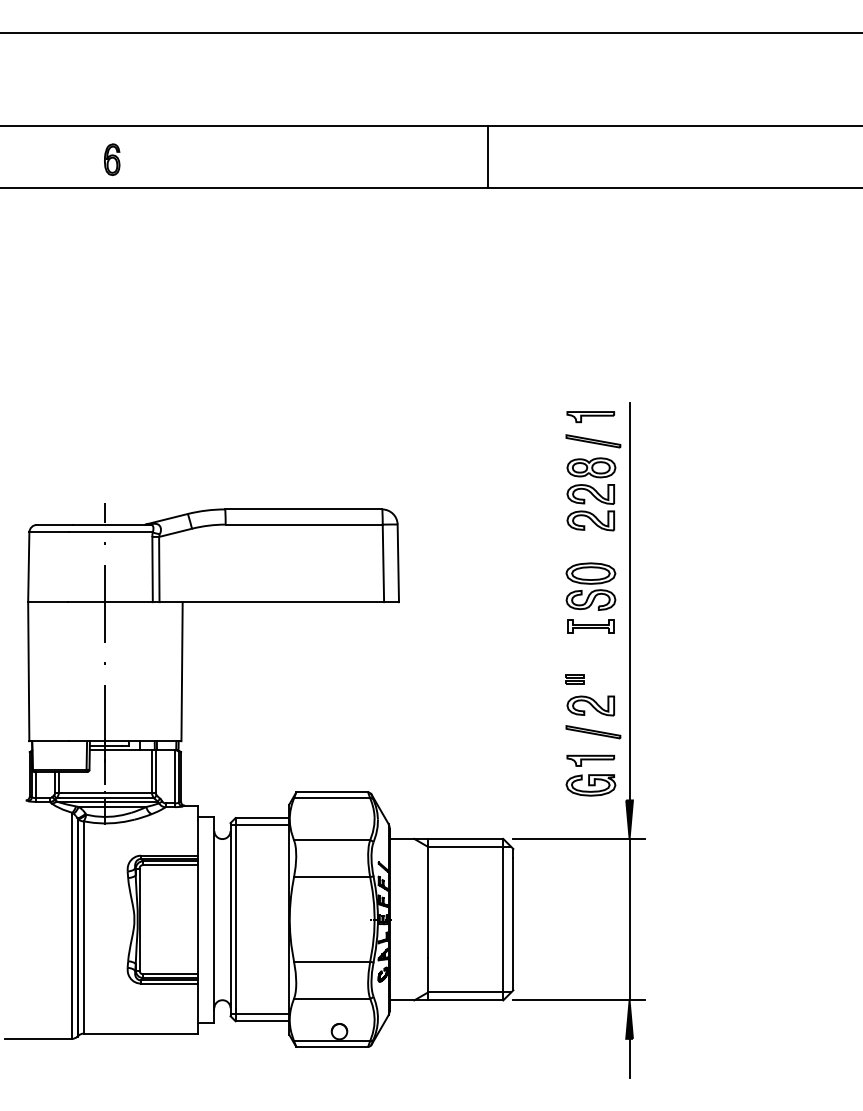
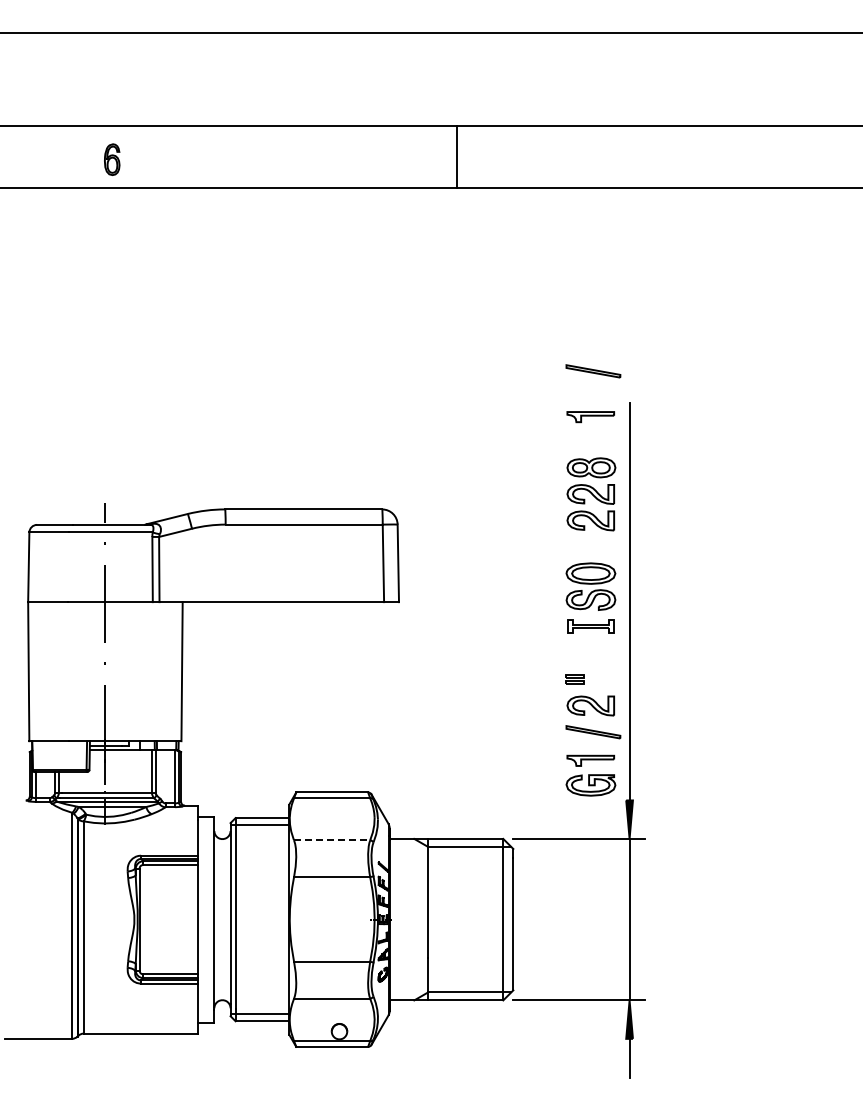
line at (488, 156) position: (488, 156) -> (457, 156)
part at (593, 441) position: (593, 441) -> (593, 371)
line at (332, 840): solid -> dashed
